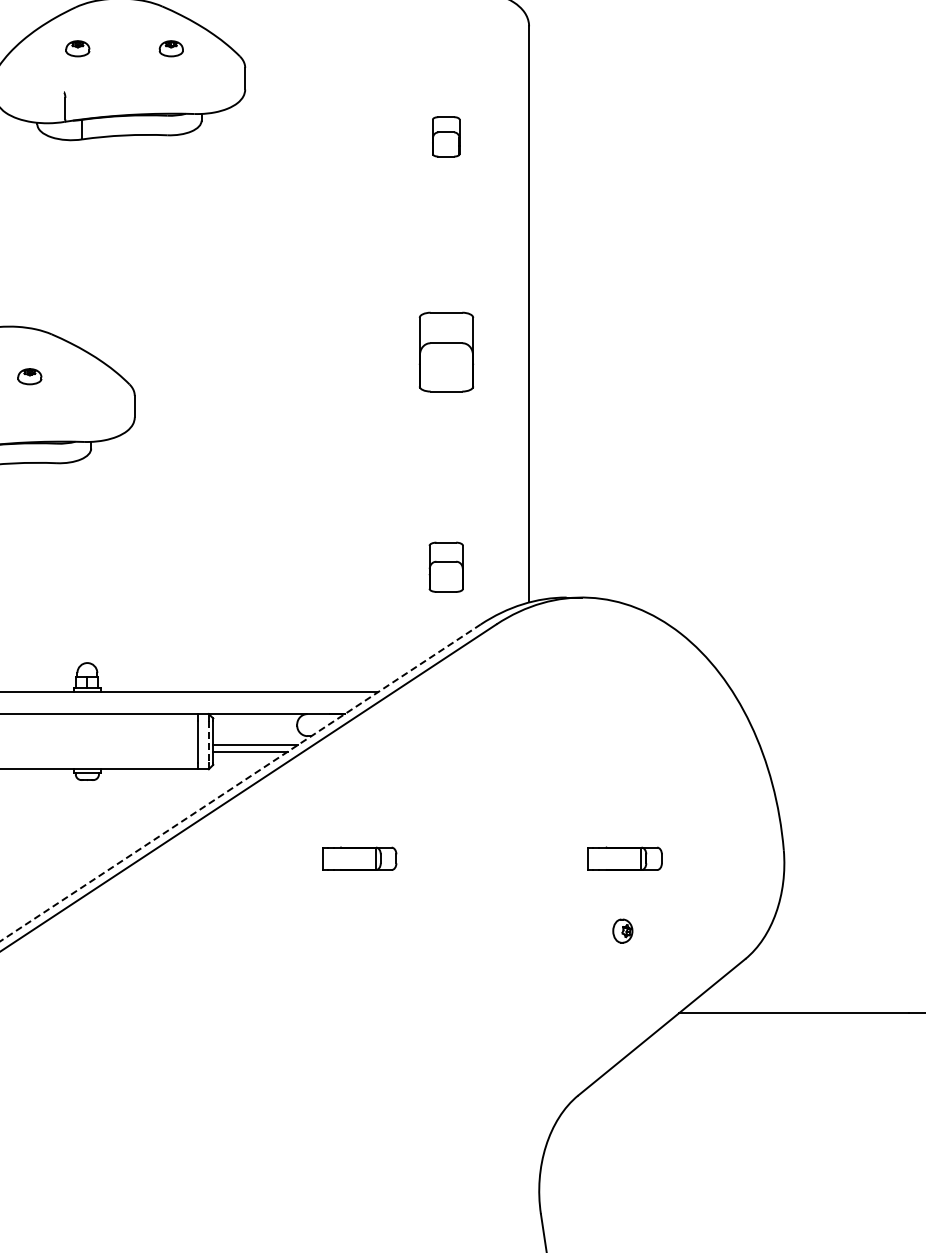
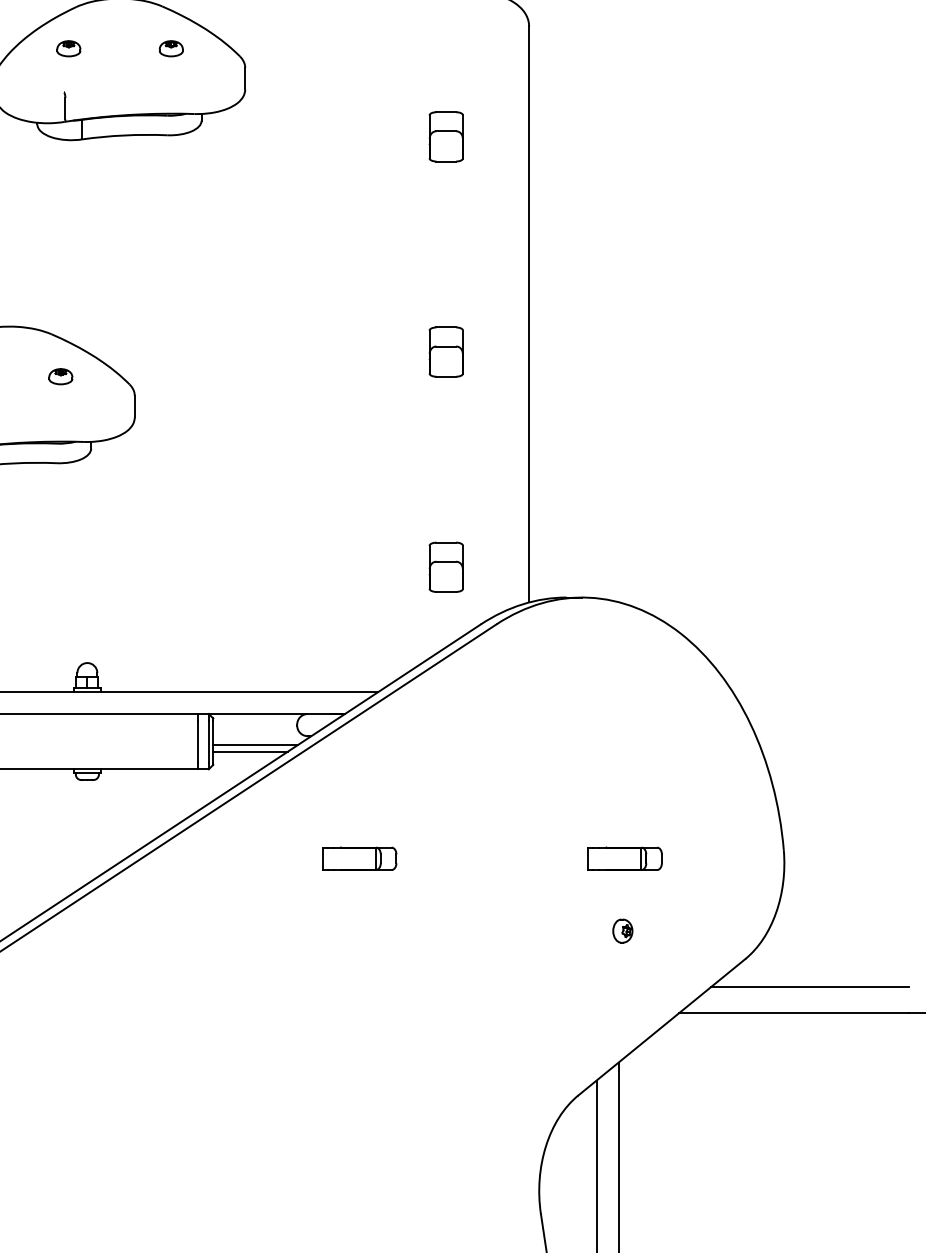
part at (77, 48) position: (77, 48) -> (68, 48)
part at (446, 136) size: 29x42 px -> 36x52 px
part at (446, 351) size: 57x82 px -> 36x52 px
part at (29, 376) position: (29, 376) -> (60, 376)
line at (208, 741): dashed -> solid
line at (240, 782): dashed -> solid
line at (809, 986): none -> present
line at (618, 1155): none -> present
line at (596, 1164): none -> present
